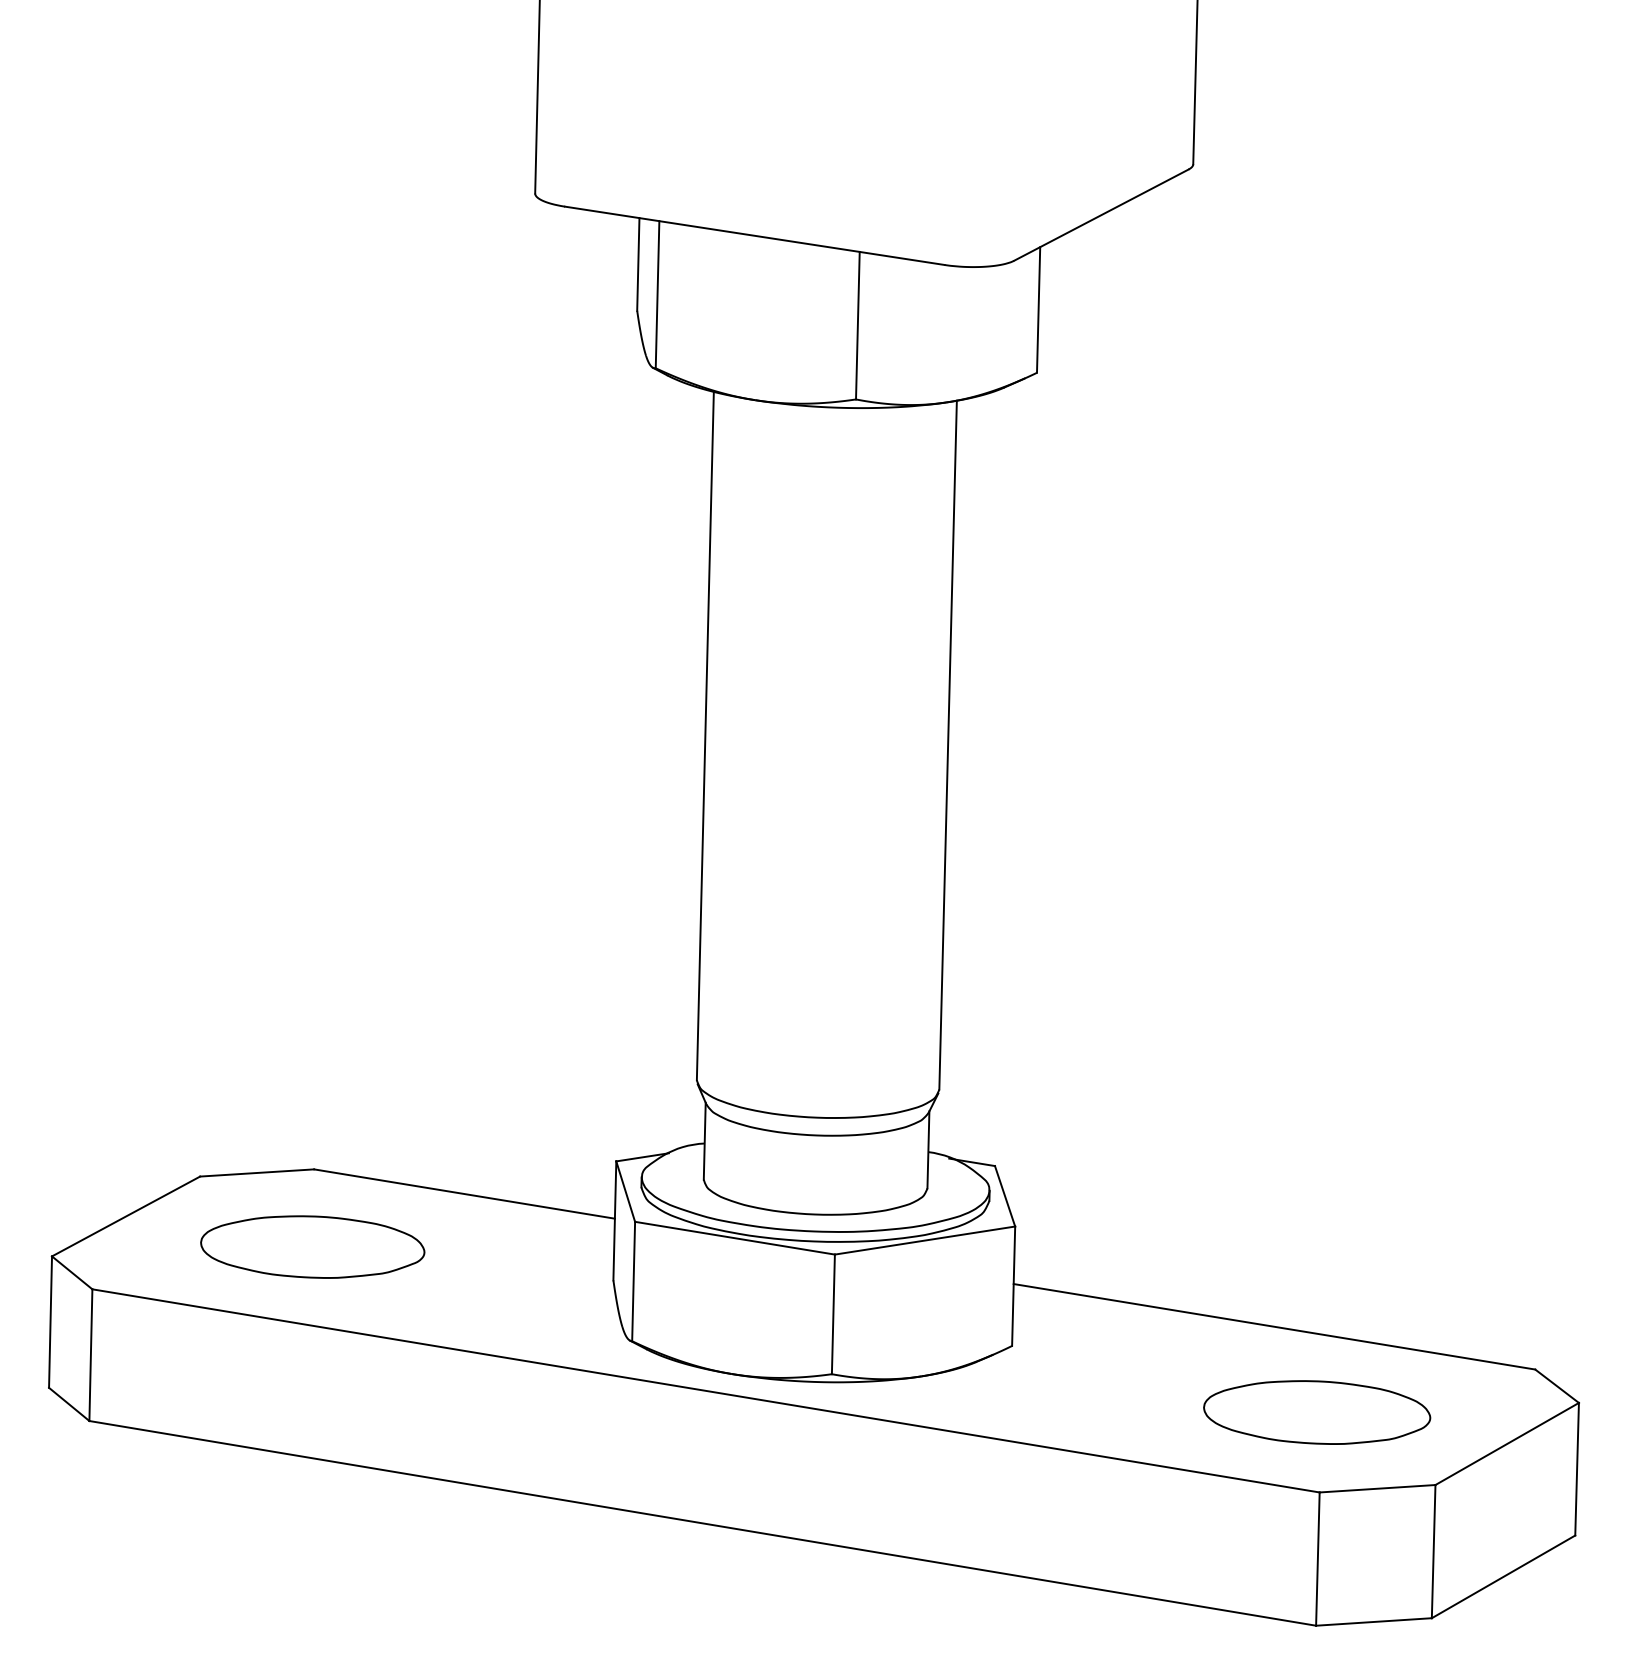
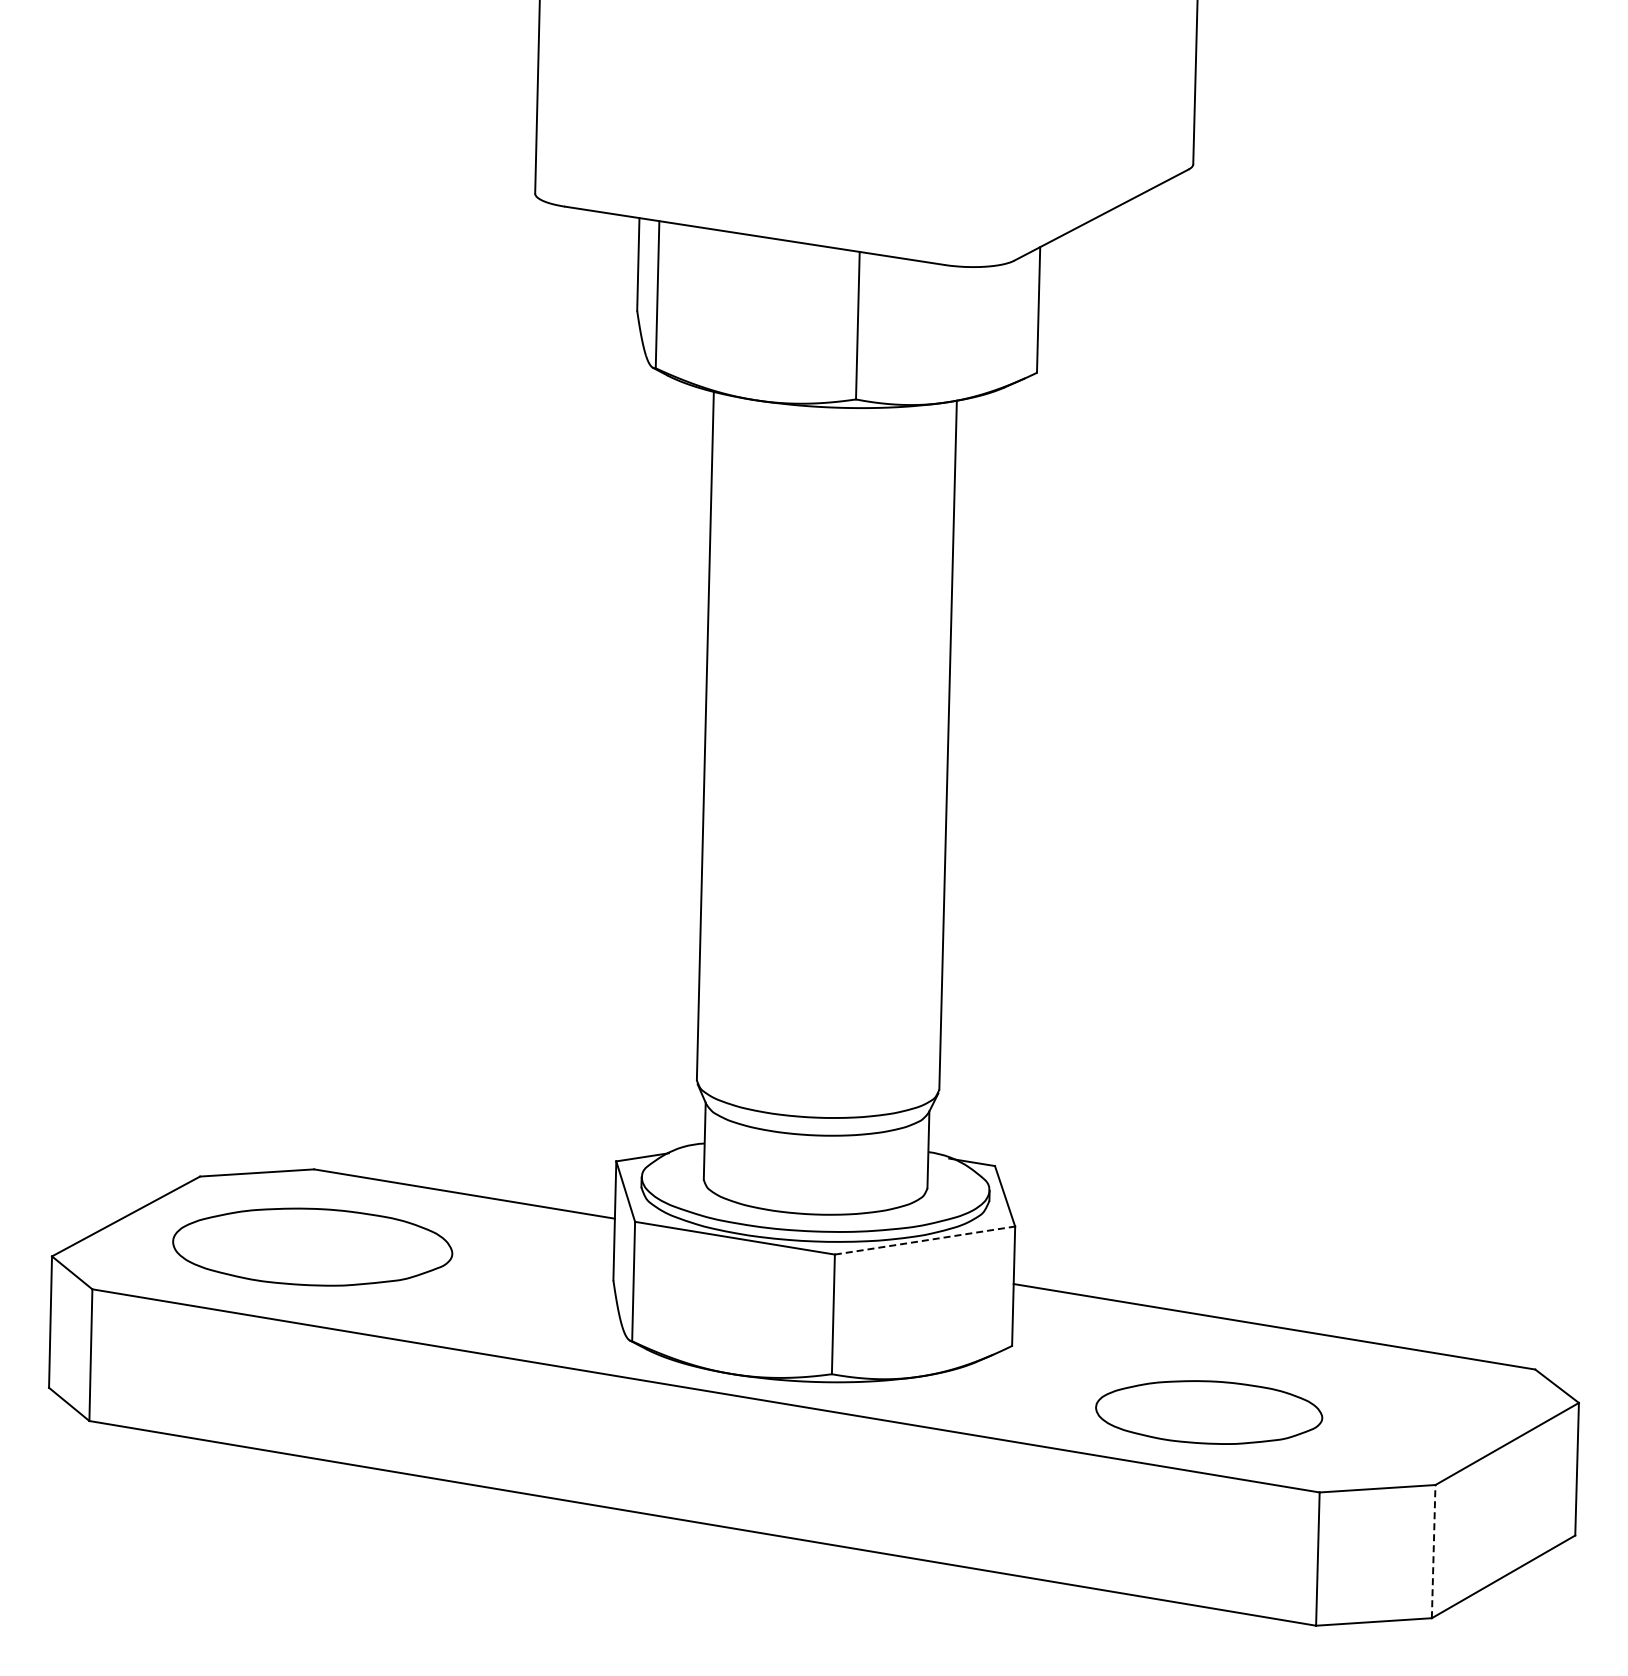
line at (925, 1240): solid -> dashed
part at (312, 1246) size: 226x64 px -> 282x80 px
part at (1317, 1412) position: (1317, 1412) -> (1209, 1412)
line at (1433, 1551): solid -> dashed
